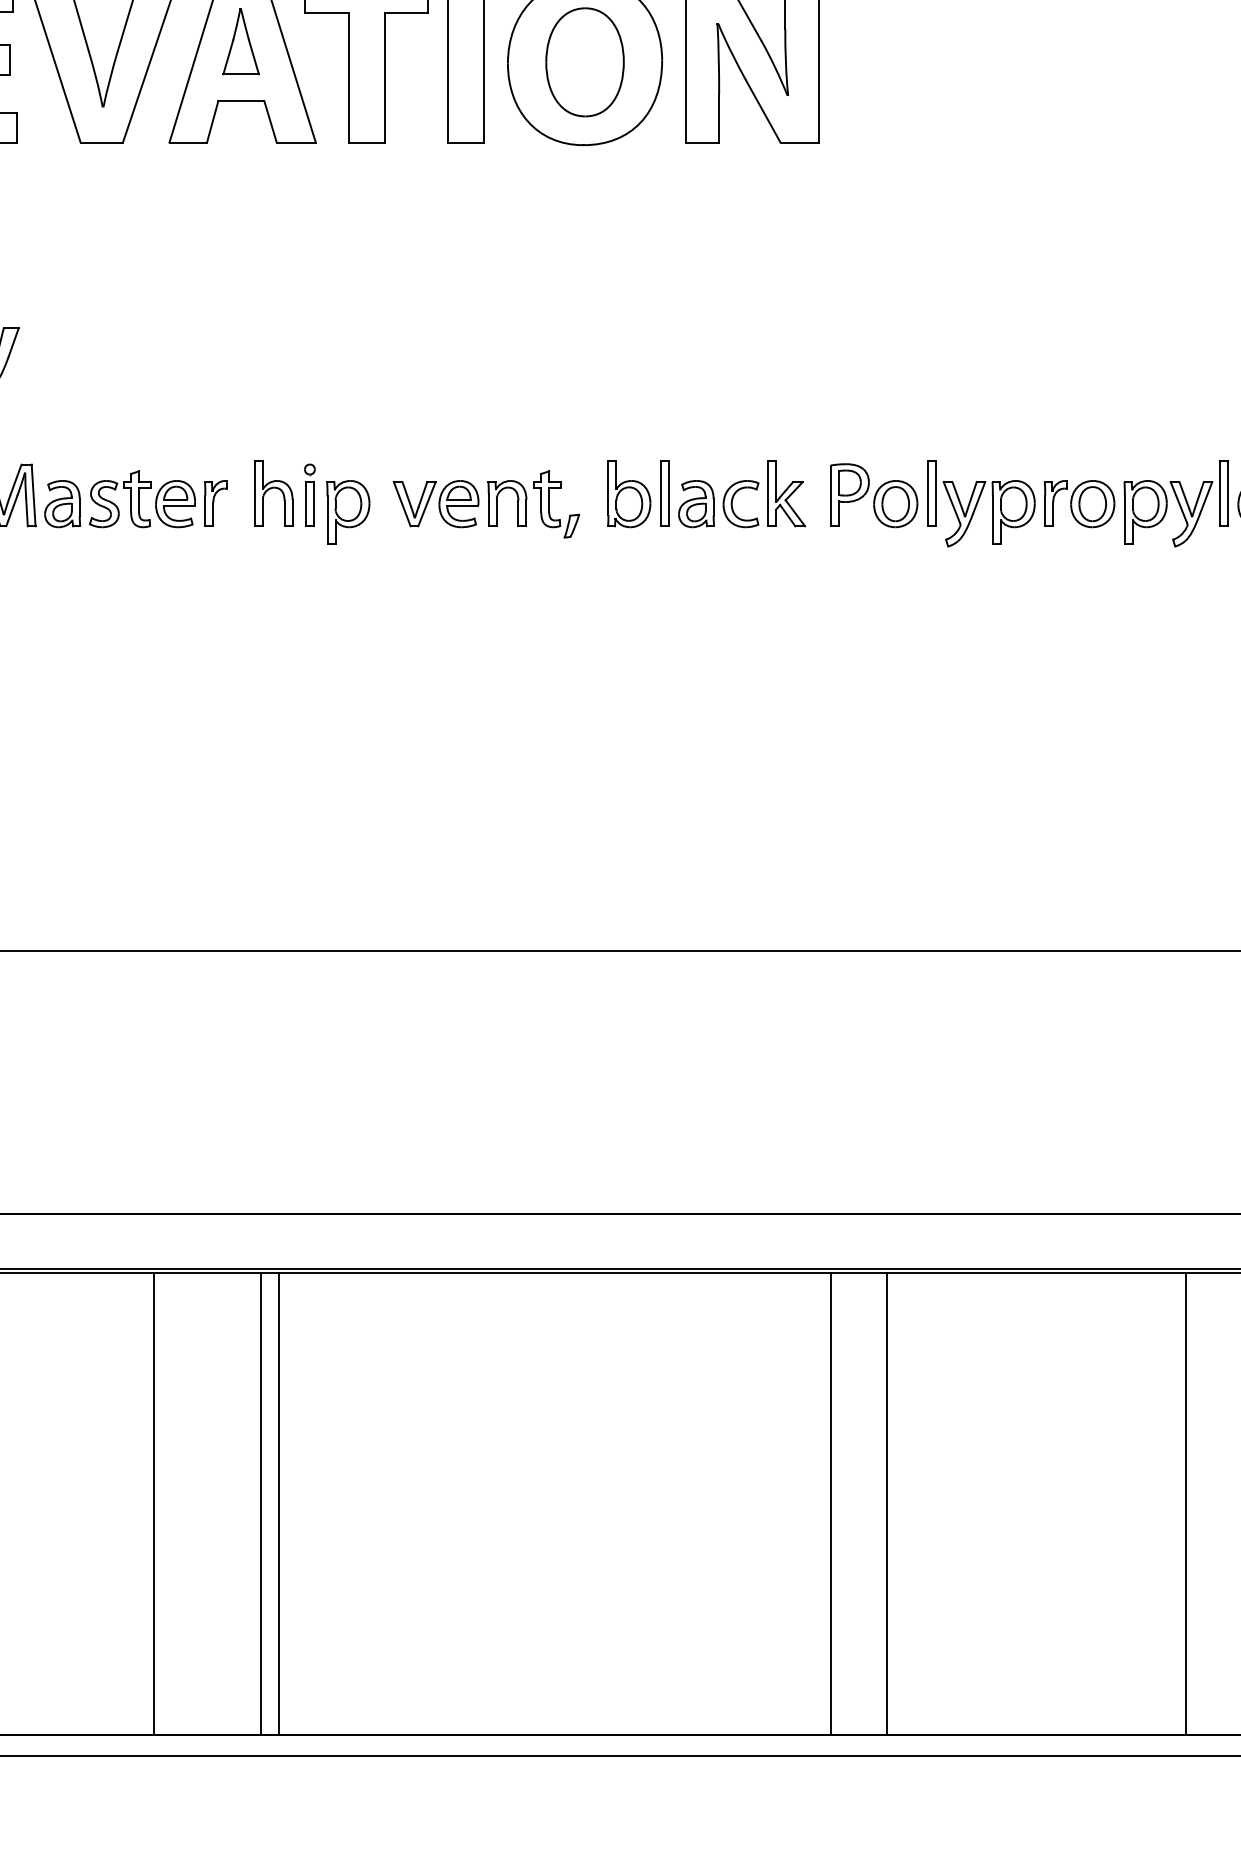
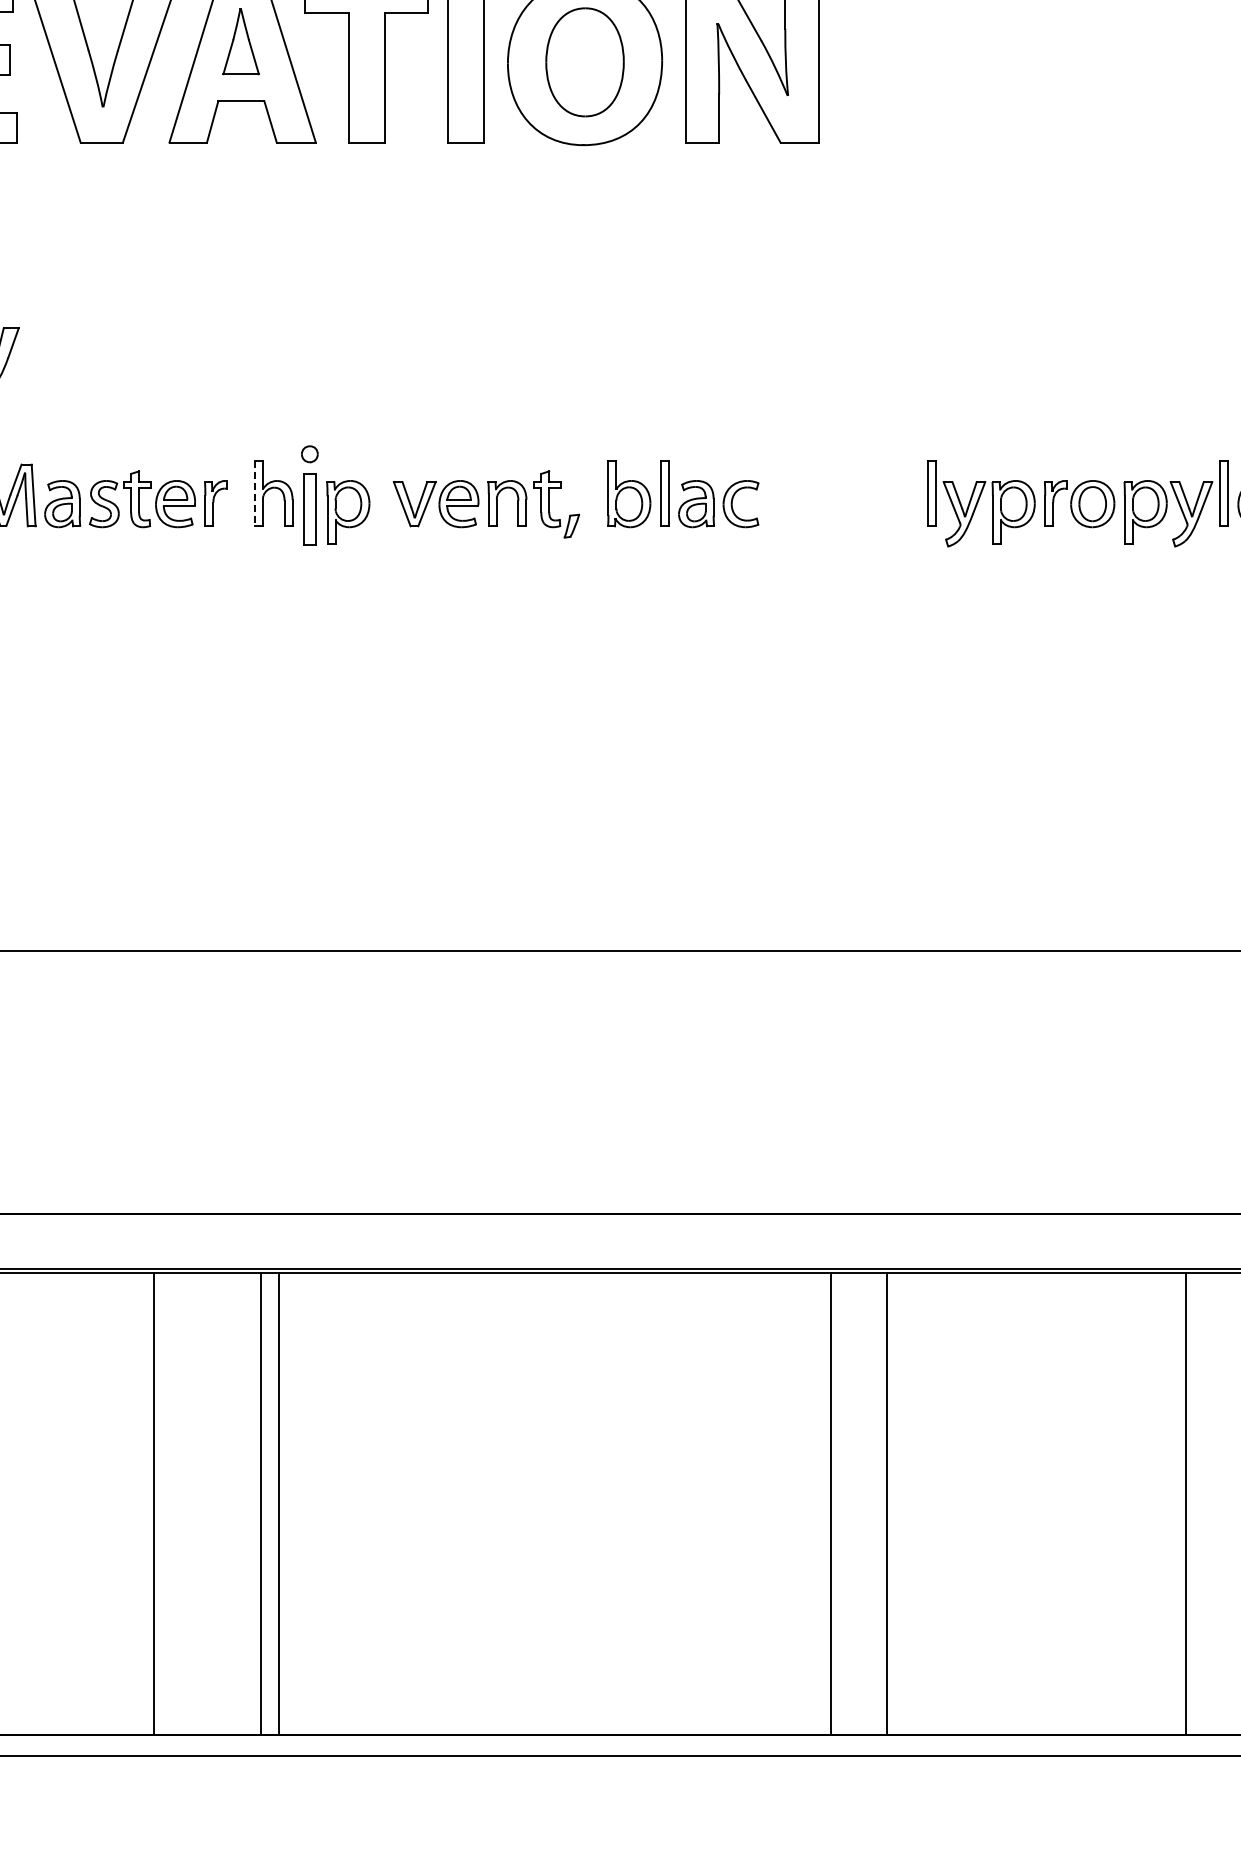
part at (786, 493): present -> none
line at (254, 494): solid -> dashed
part at (309, 494) size: 12x64 px -> 18x101 px
part at (874, 495): present -> none
